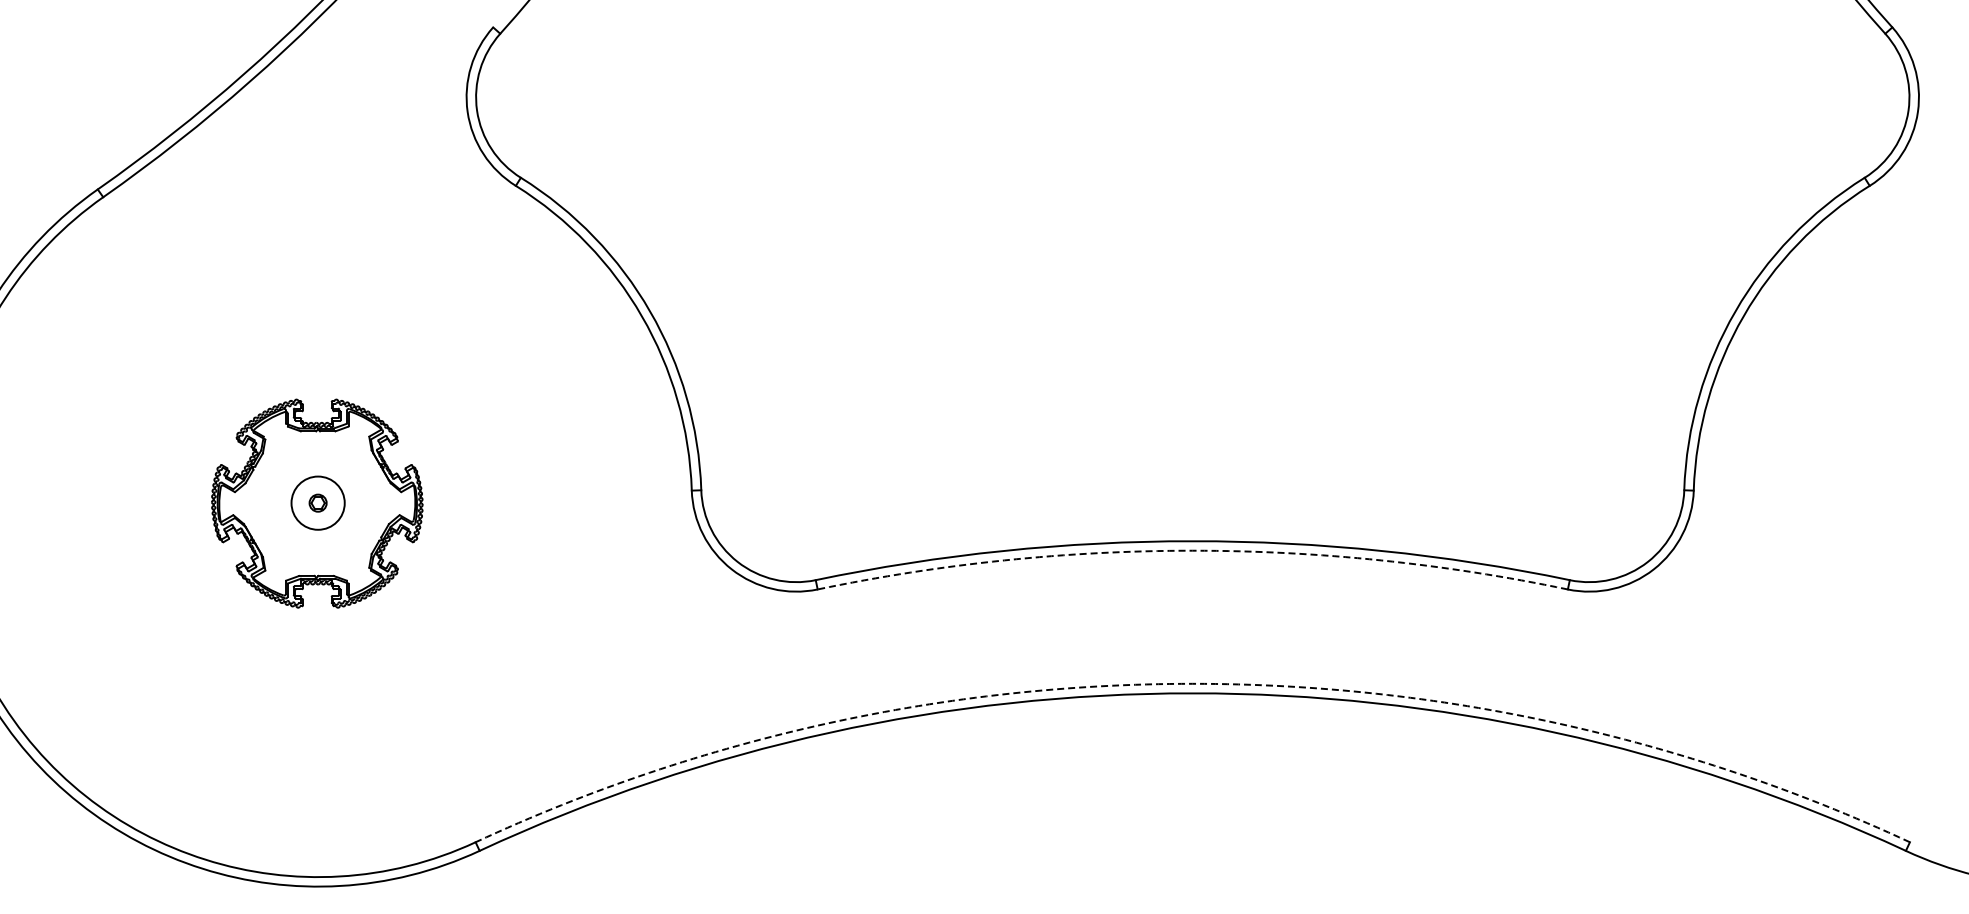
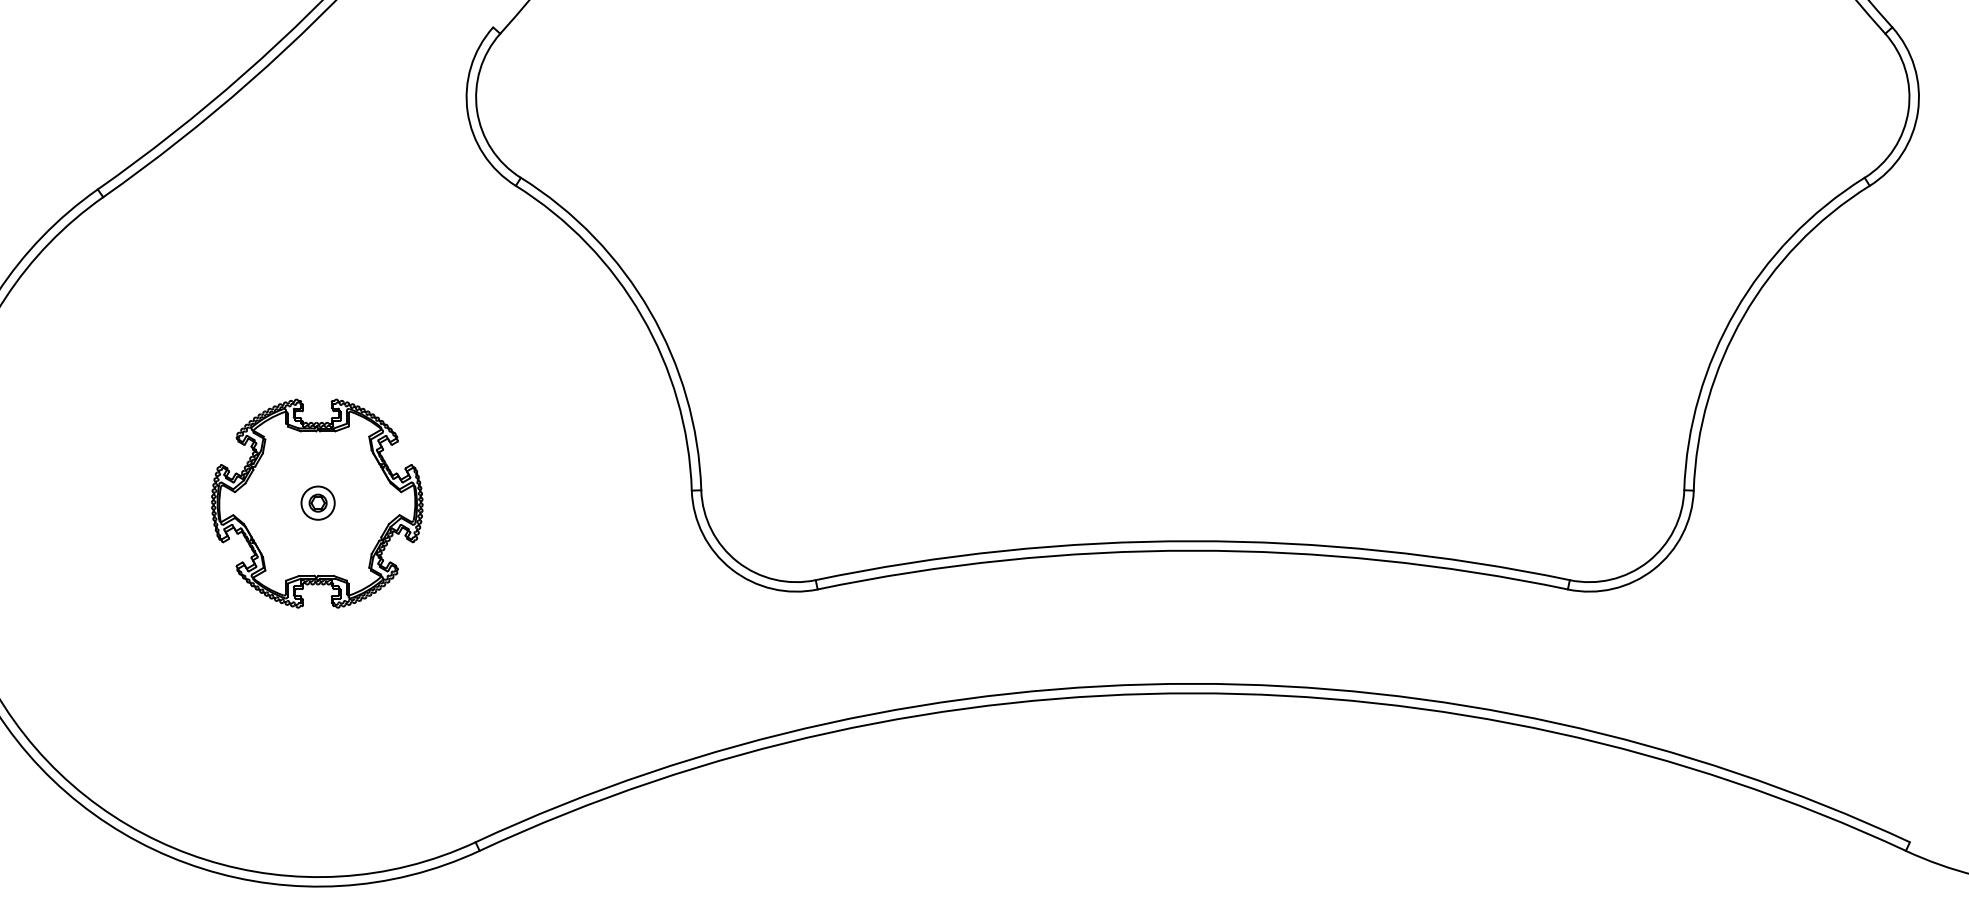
circle at (317, 502) diameter: 53 px -> 33 px
arc at (1192, 550): dashed -> solid
arc at (1192, 683): dashed -> solid
